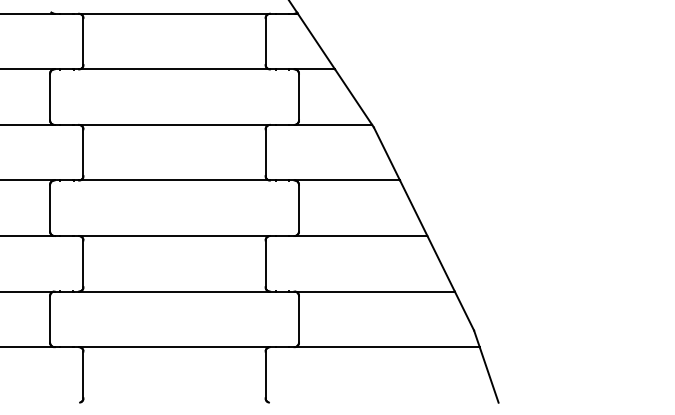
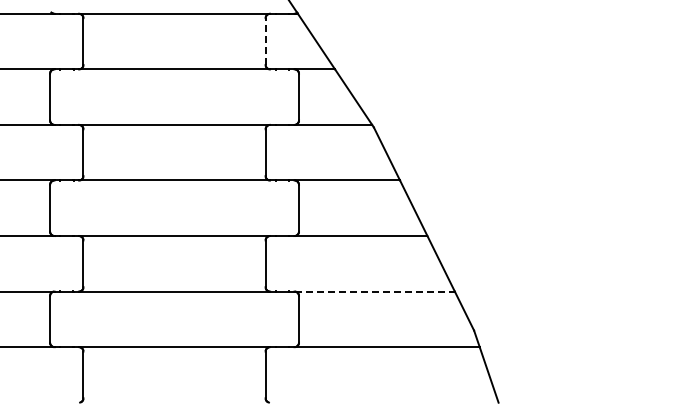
line at (265, 41): solid -> dashed
line at (375, 291): solid -> dashed
